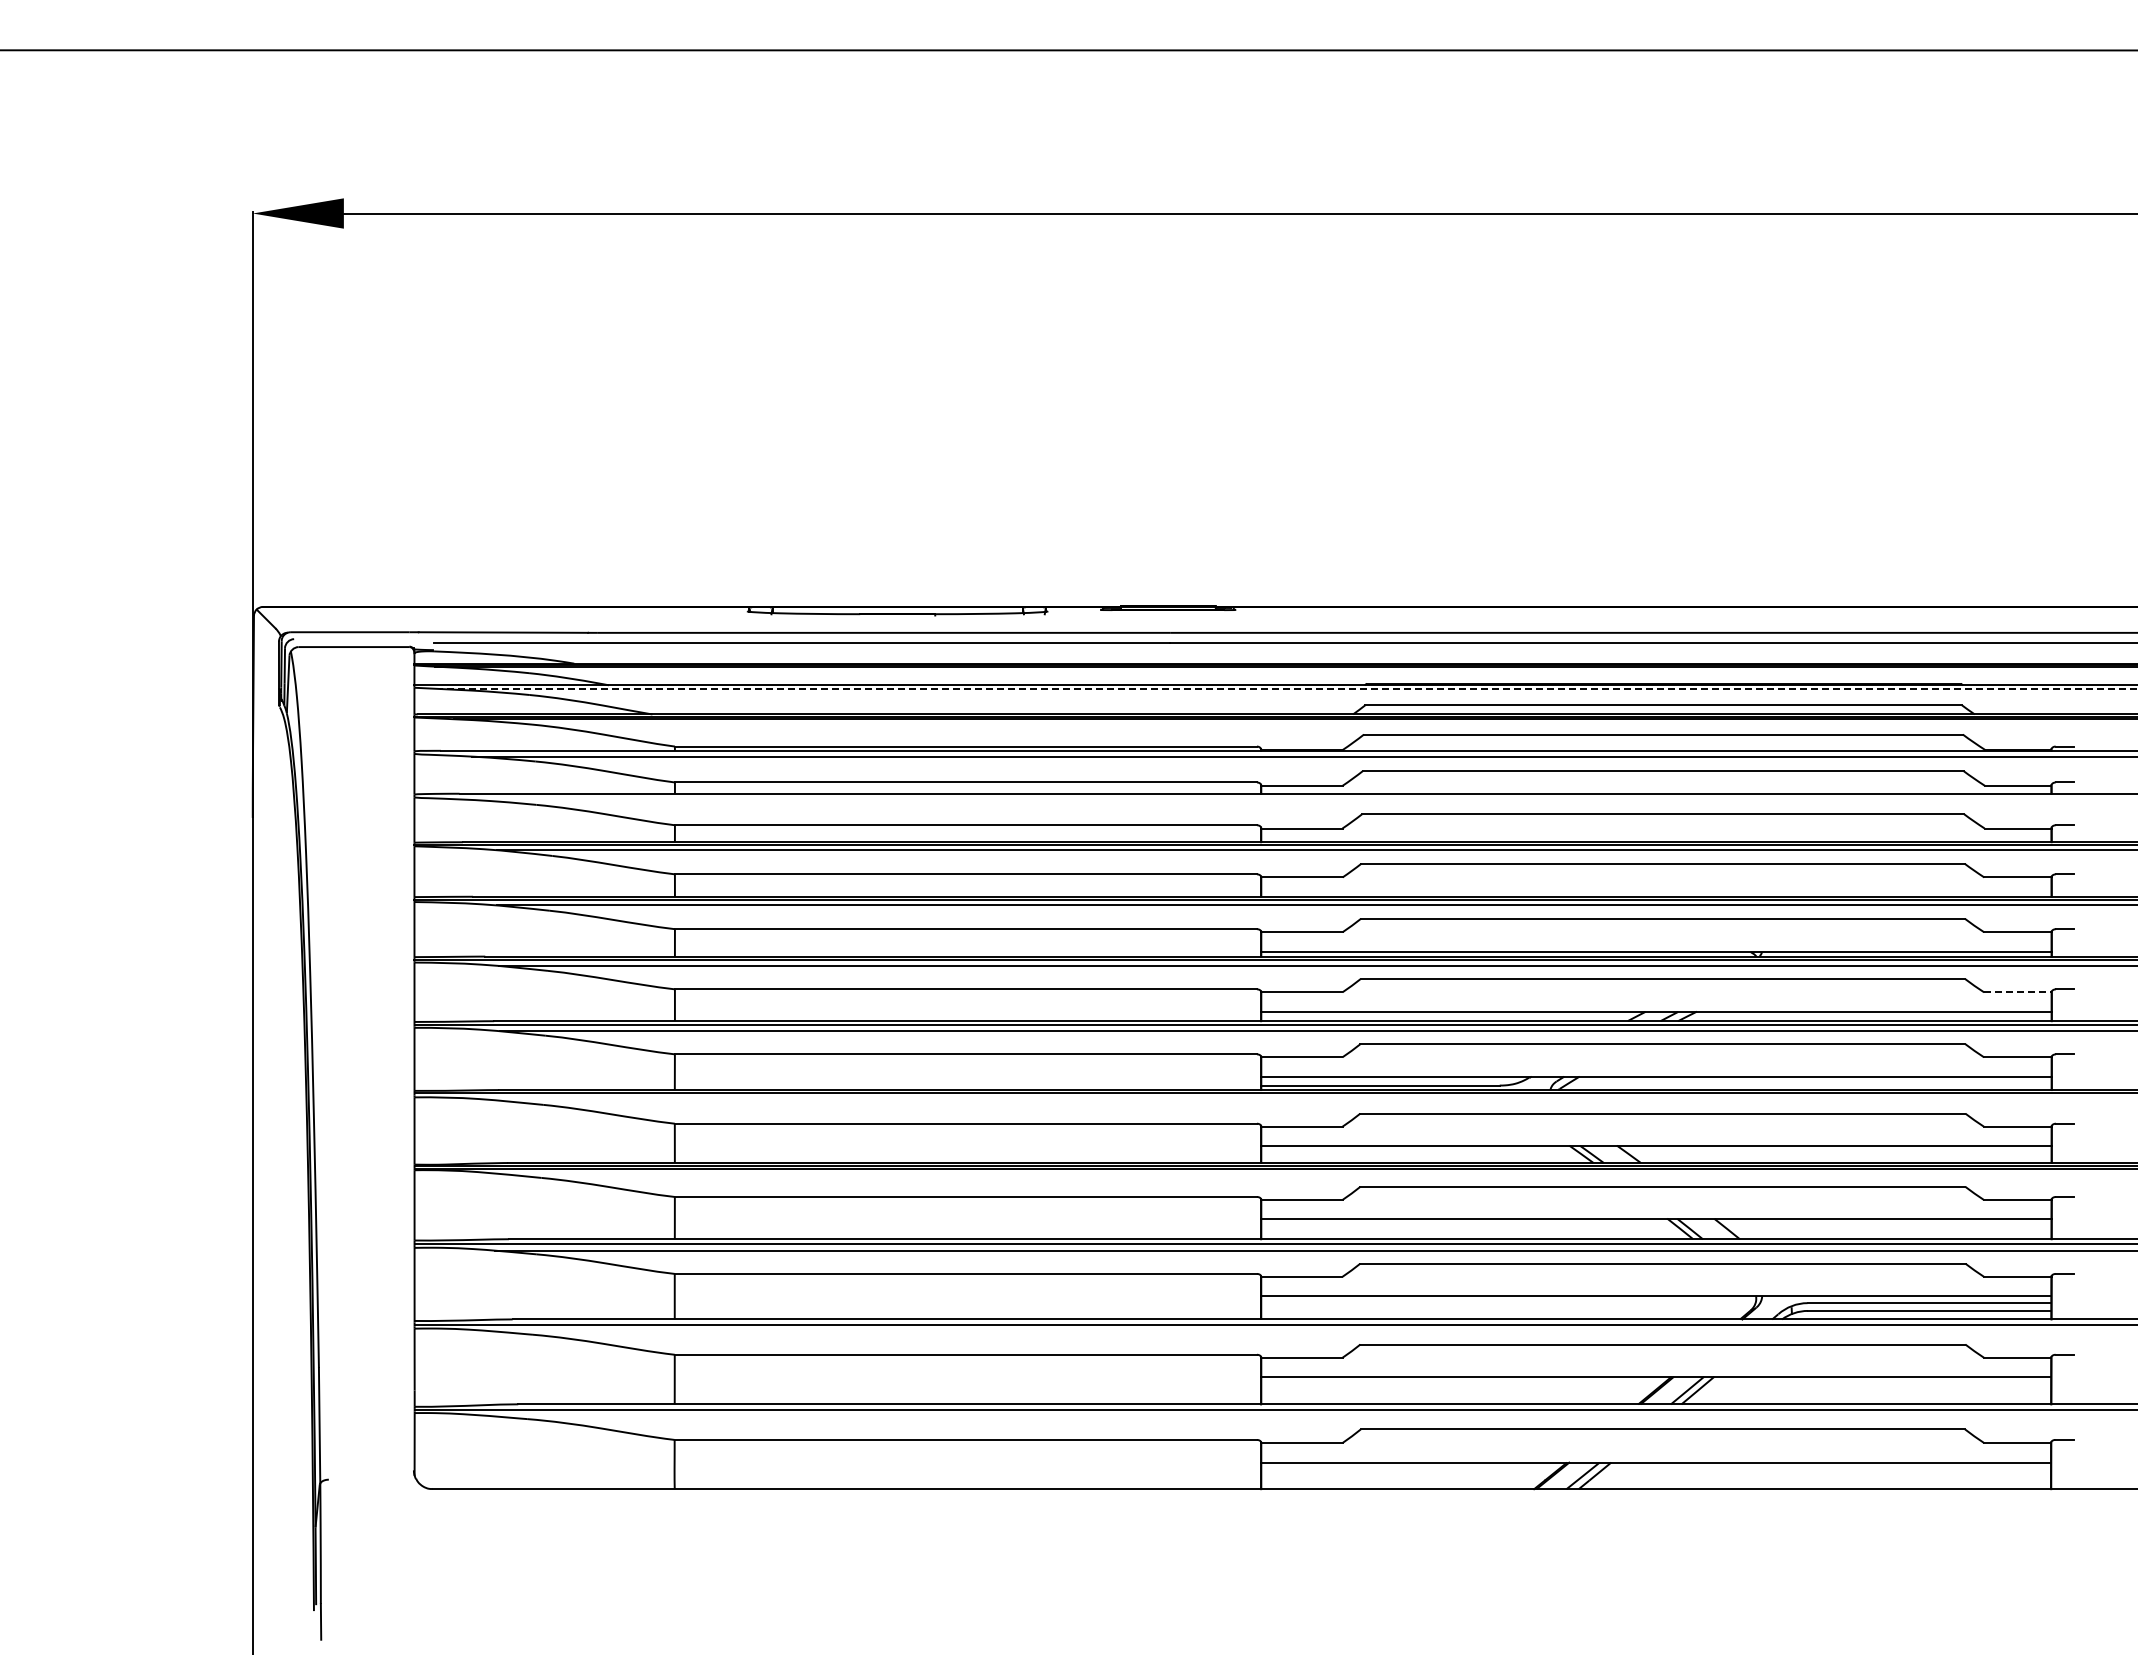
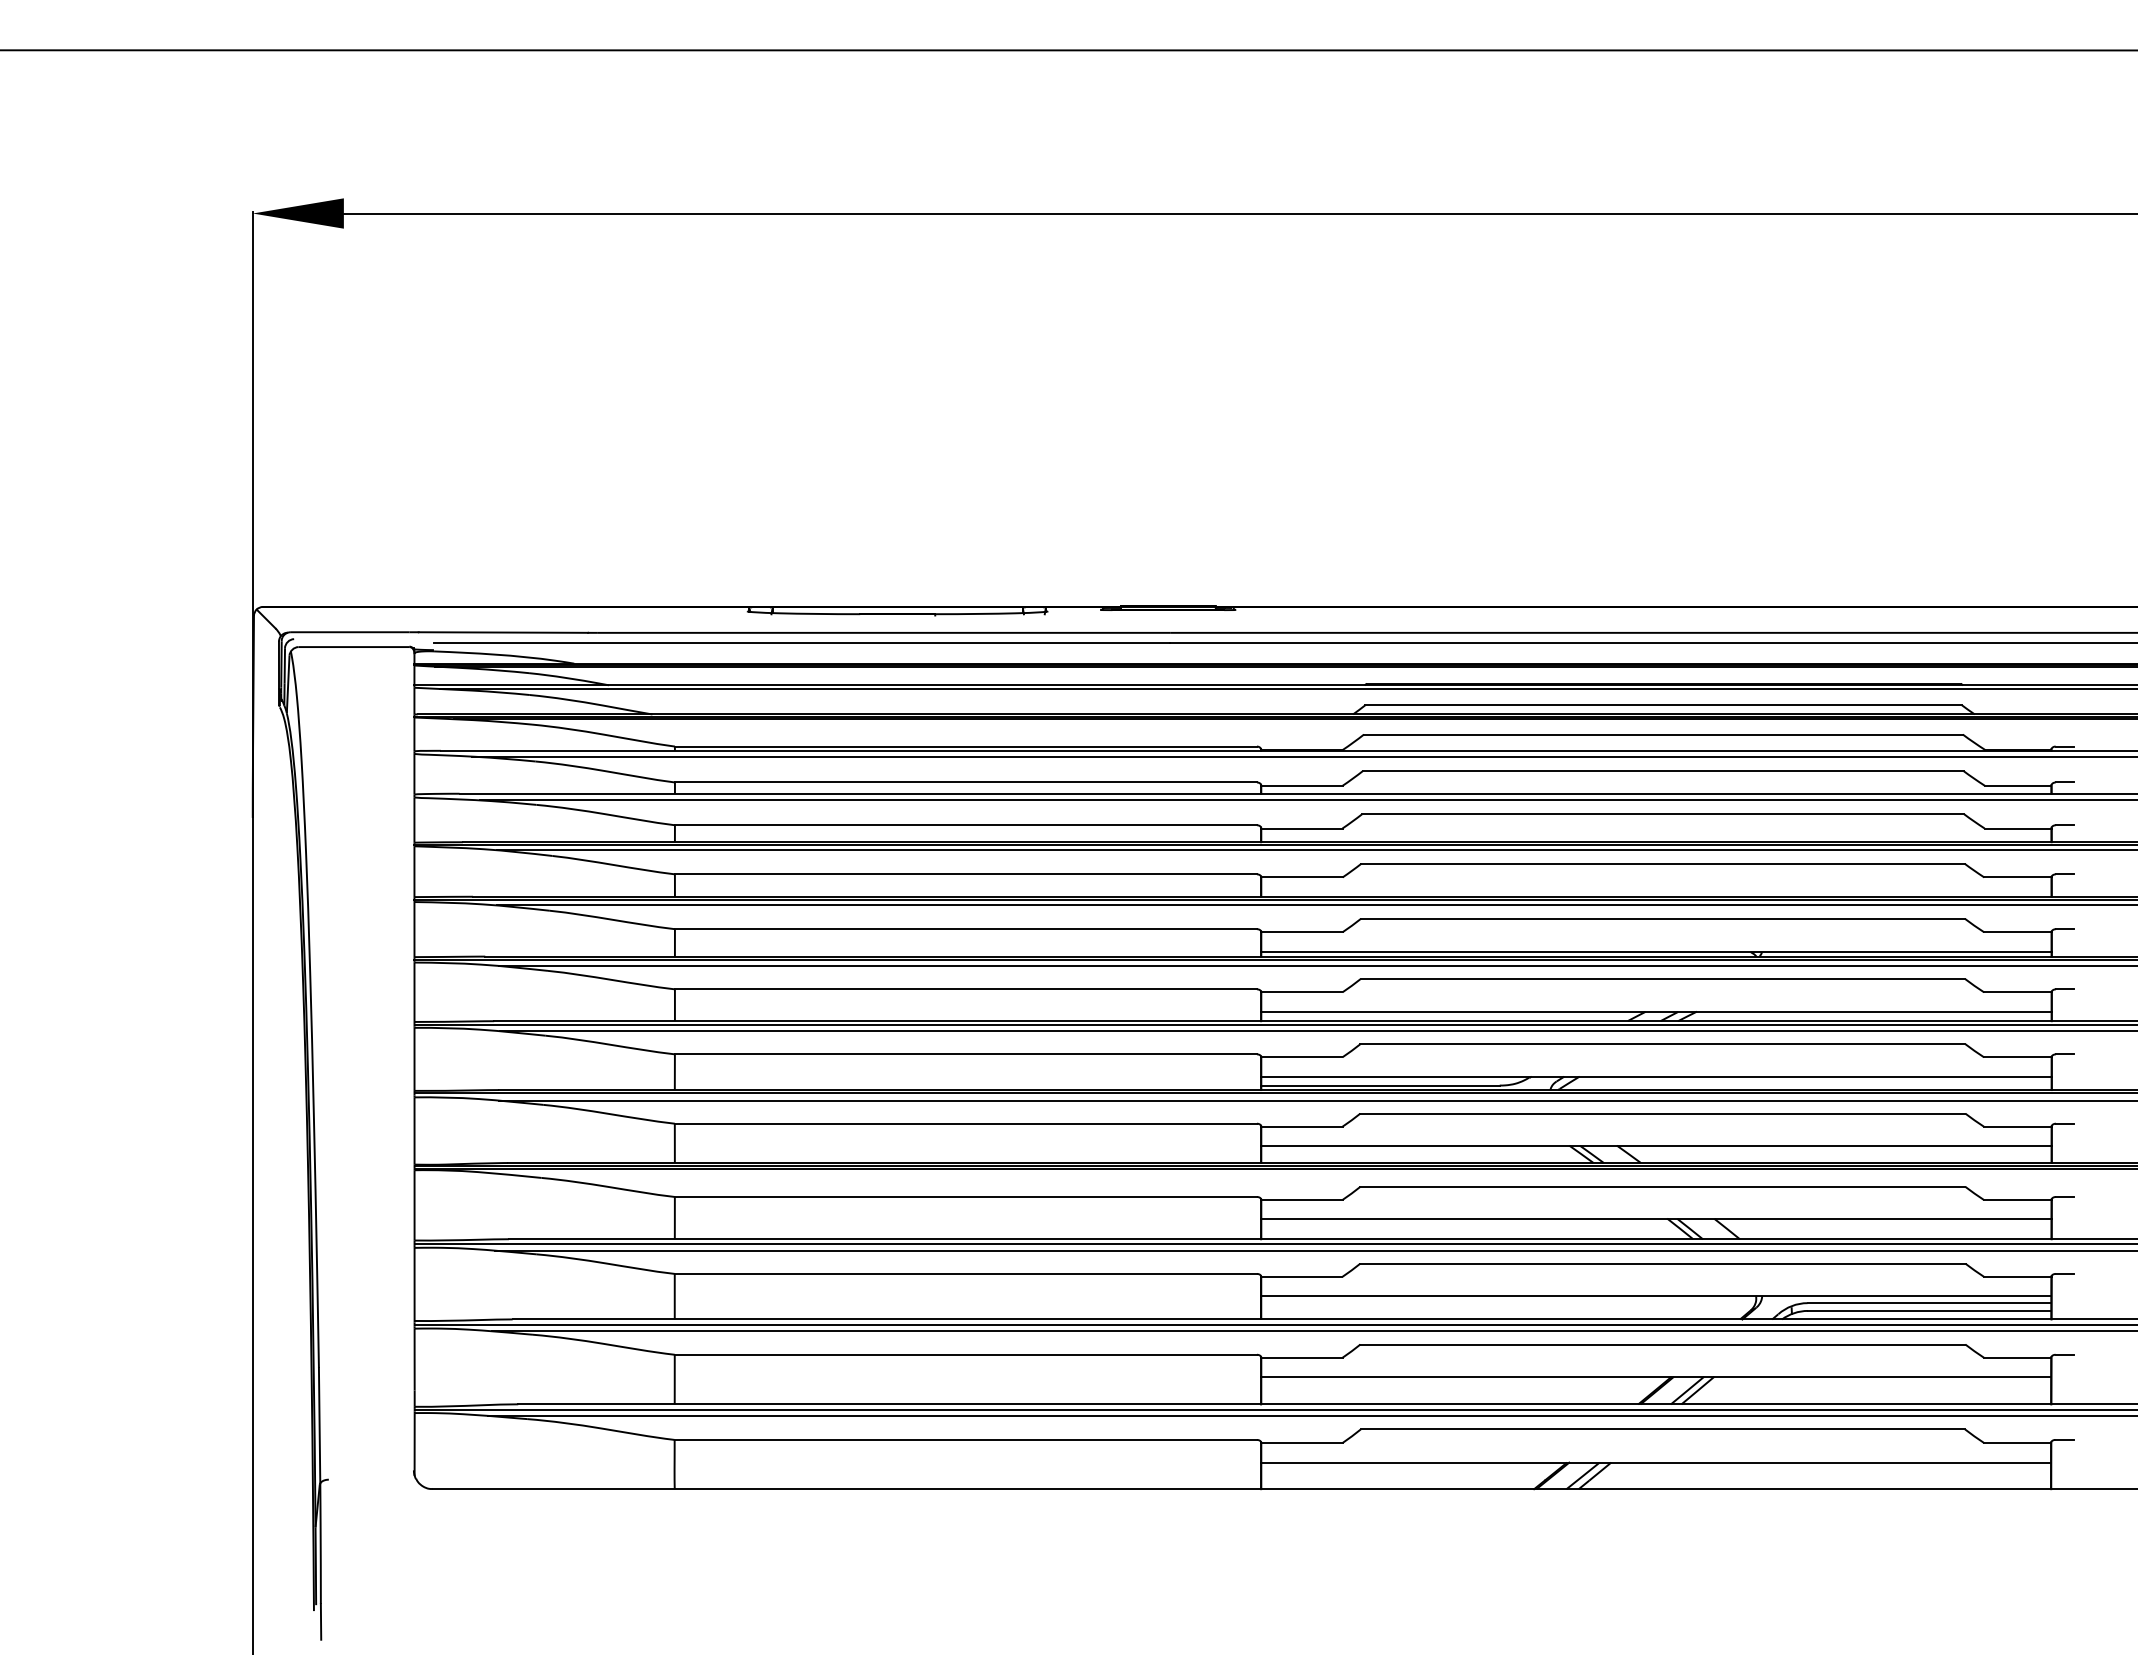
line at (1288, 689): dashed -> solid
line at (1307, 800): none -> present
line at (2017, 992): dashed -> solid
line at (1316, 1100): none -> present
line at (1313, 1331): none -> present
line at (1311, 1415): none -> present
